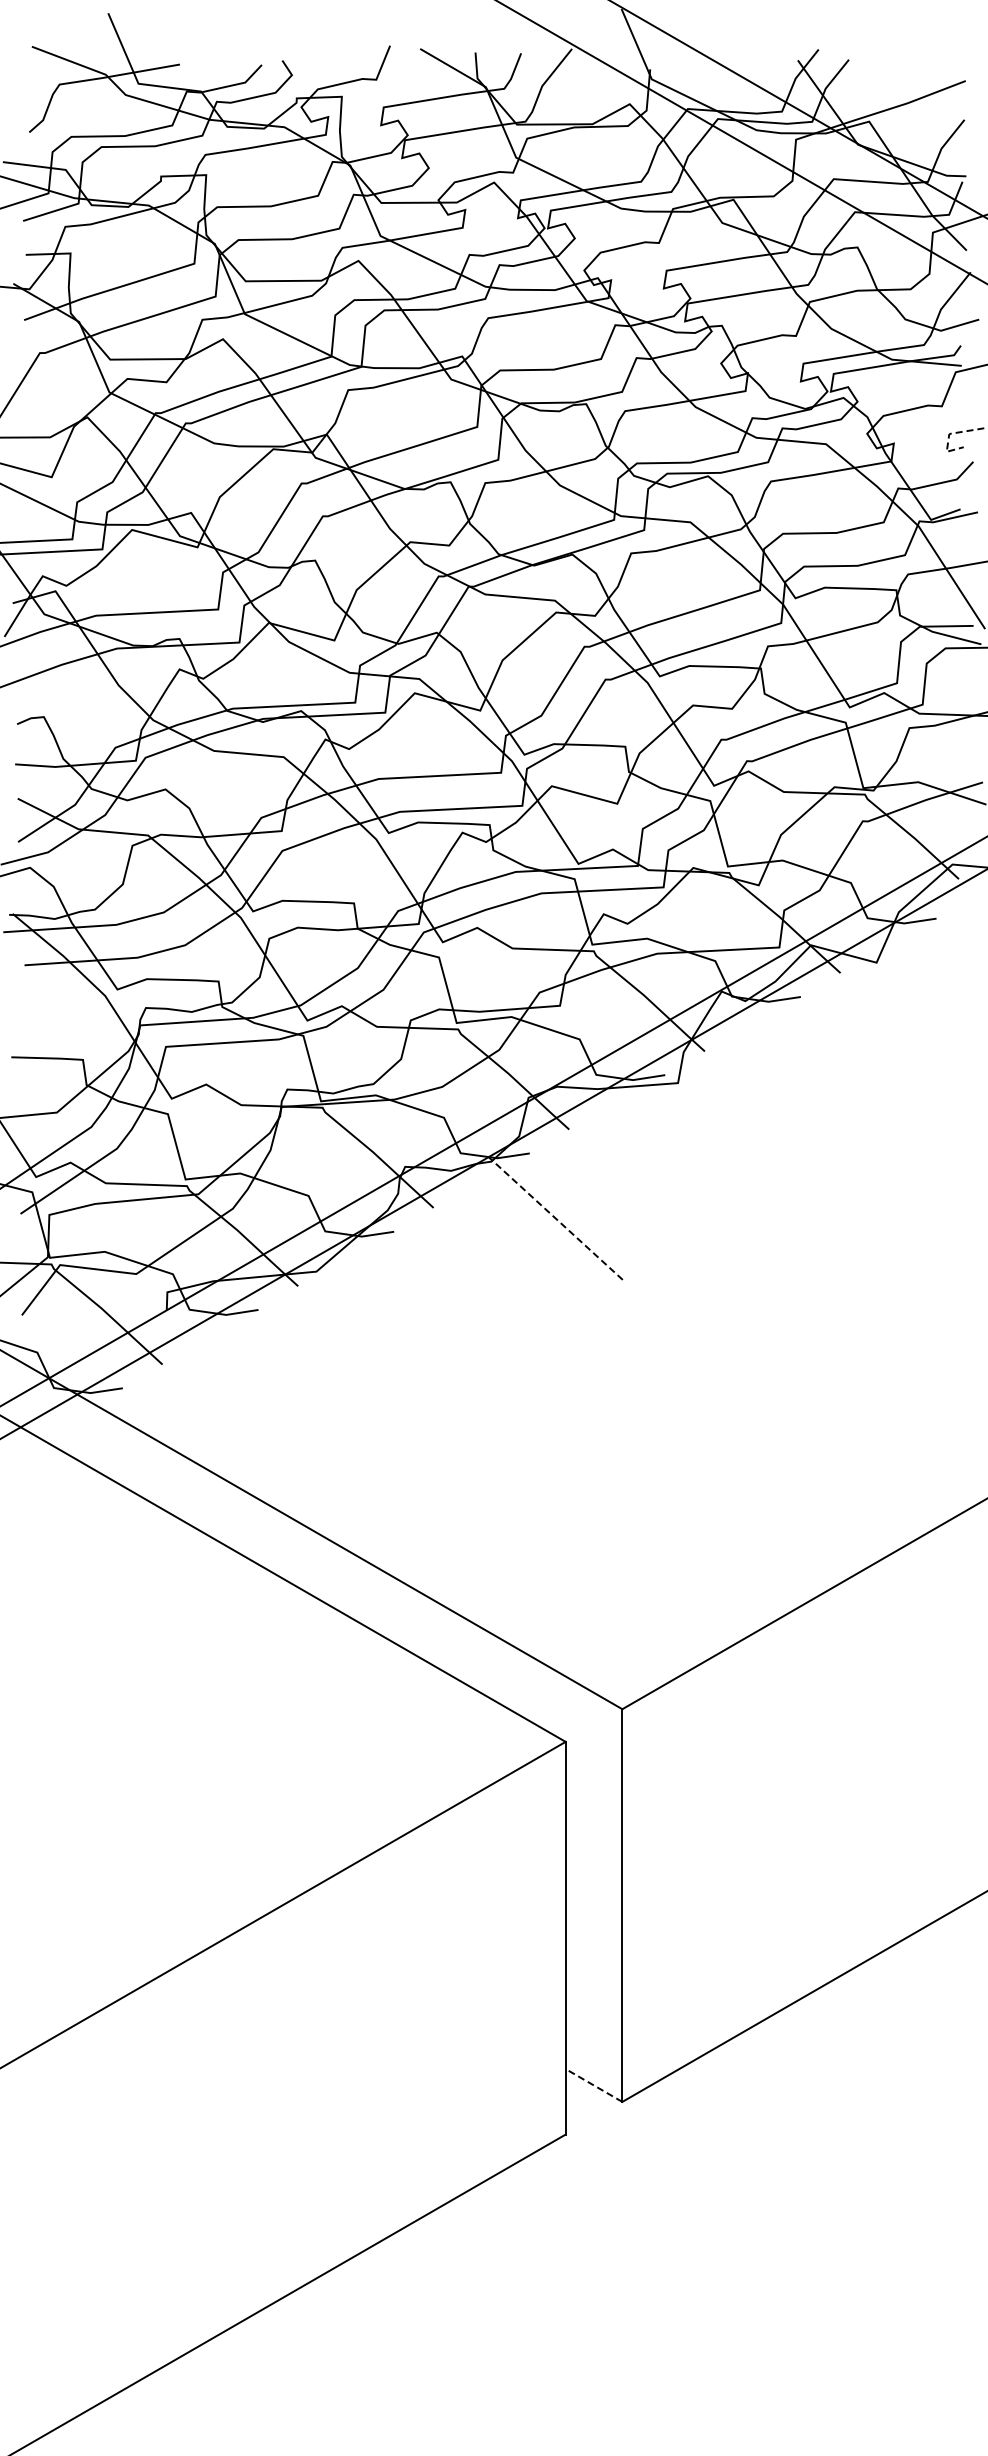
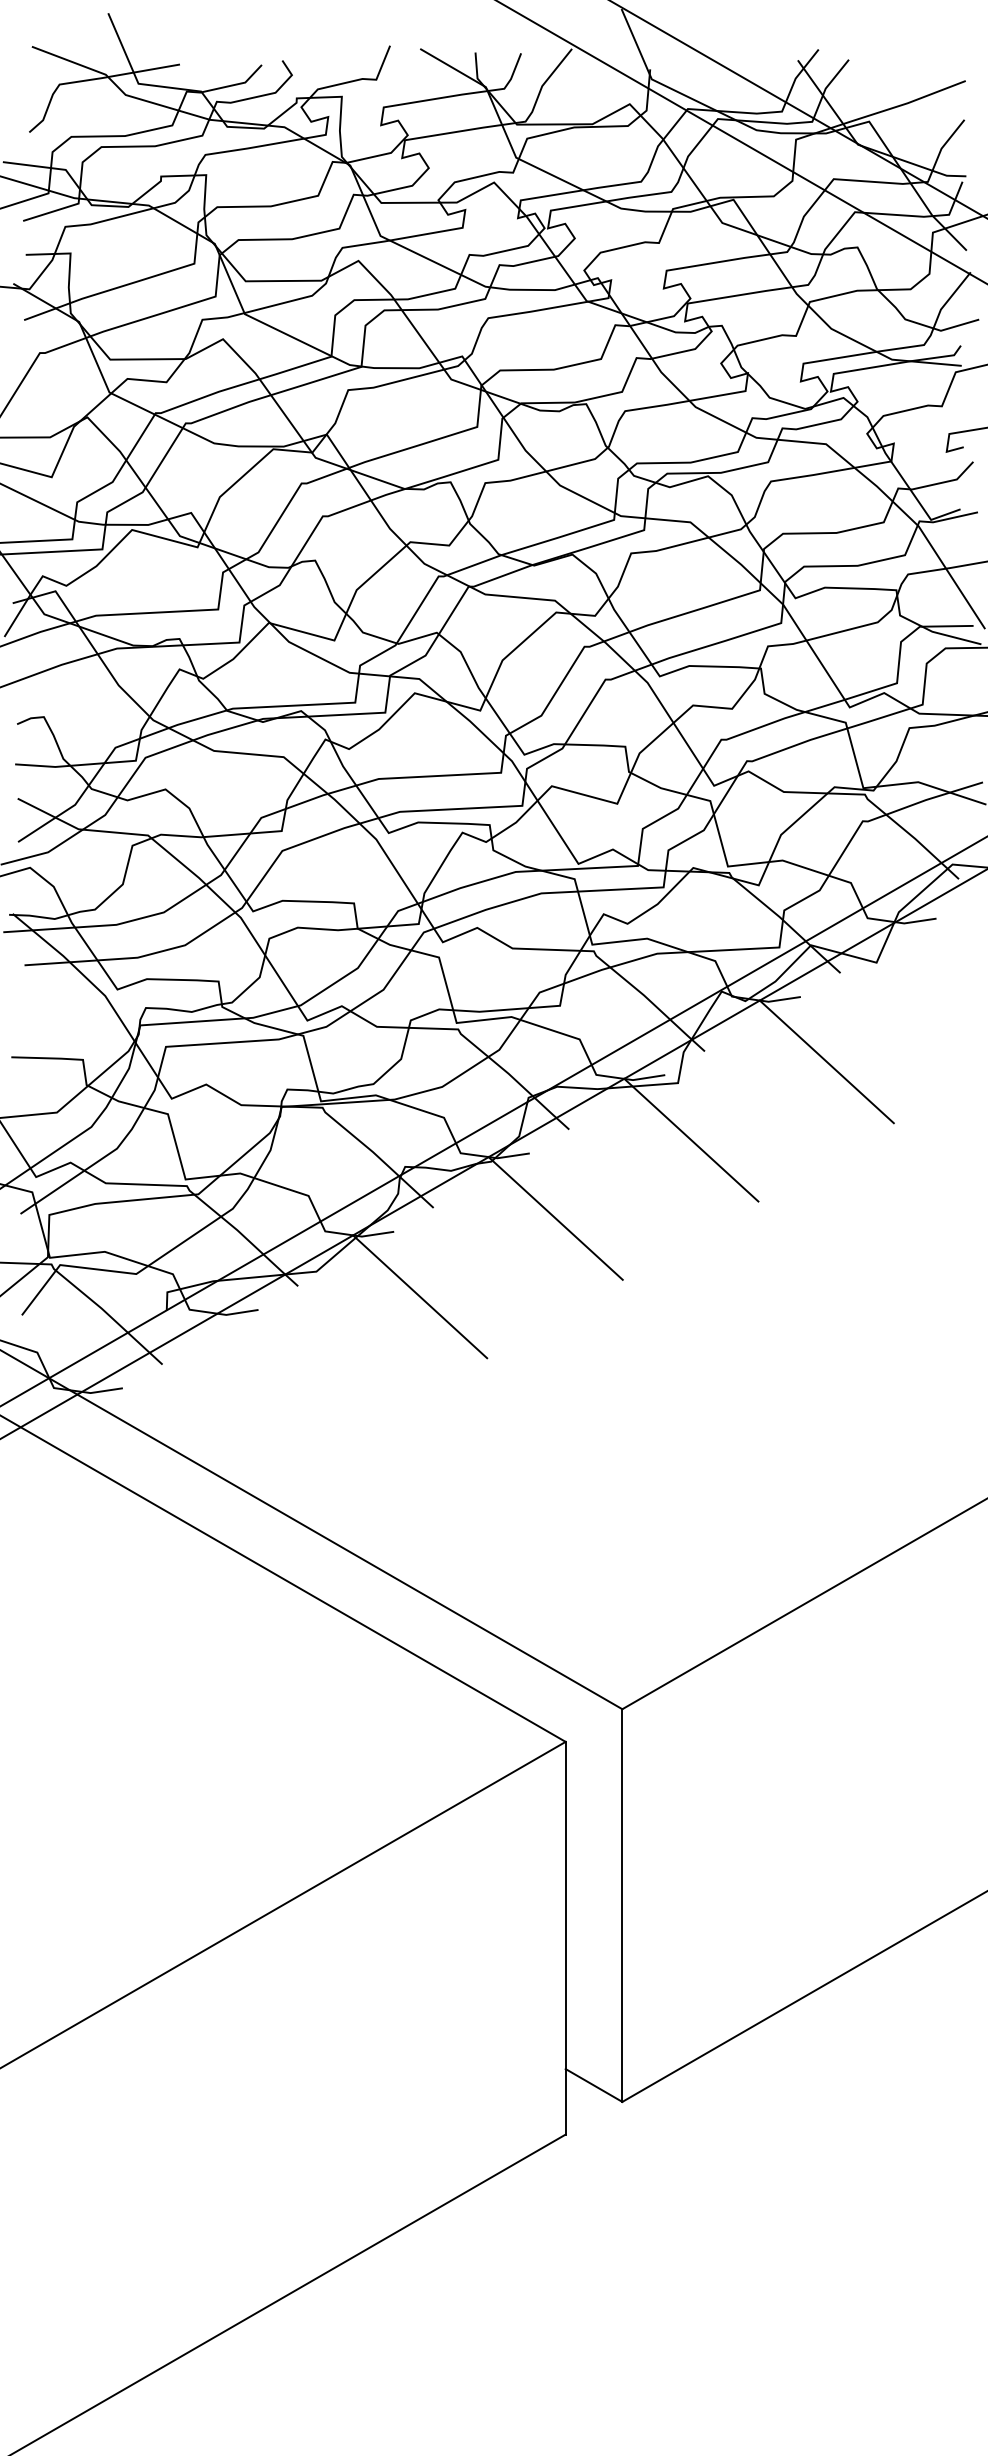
line at (949, 433): dashed -> solid
line at (826, 1061): none -> present
line at (691, 1139): none -> present
line at (555, 1218): dashed -> solid
line at (420, 1296): none -> present
line at (594, 2085): dashed -> solid
